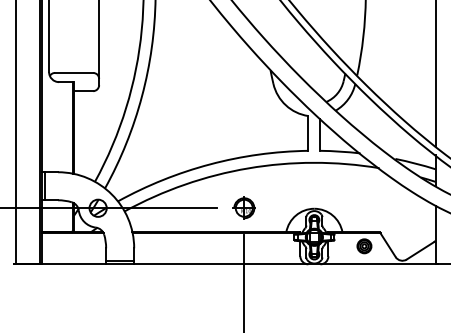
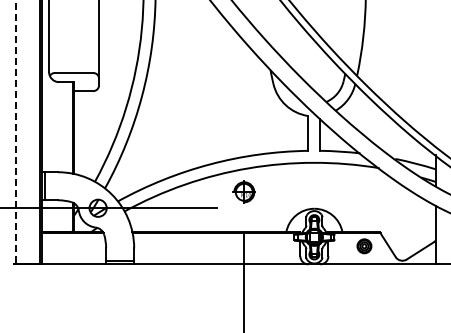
line at (435, 74): present -> none
line at (16, 132): solid -> dashed
part at (243, 207) position: (243, 207) -> (243, 191)
